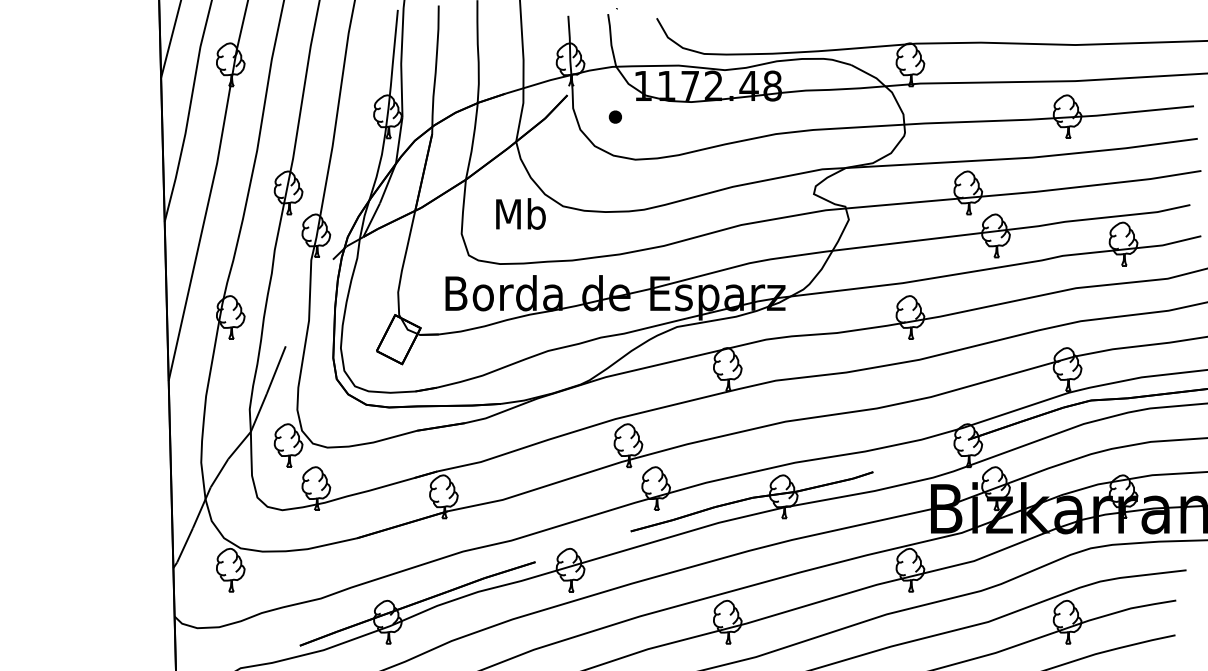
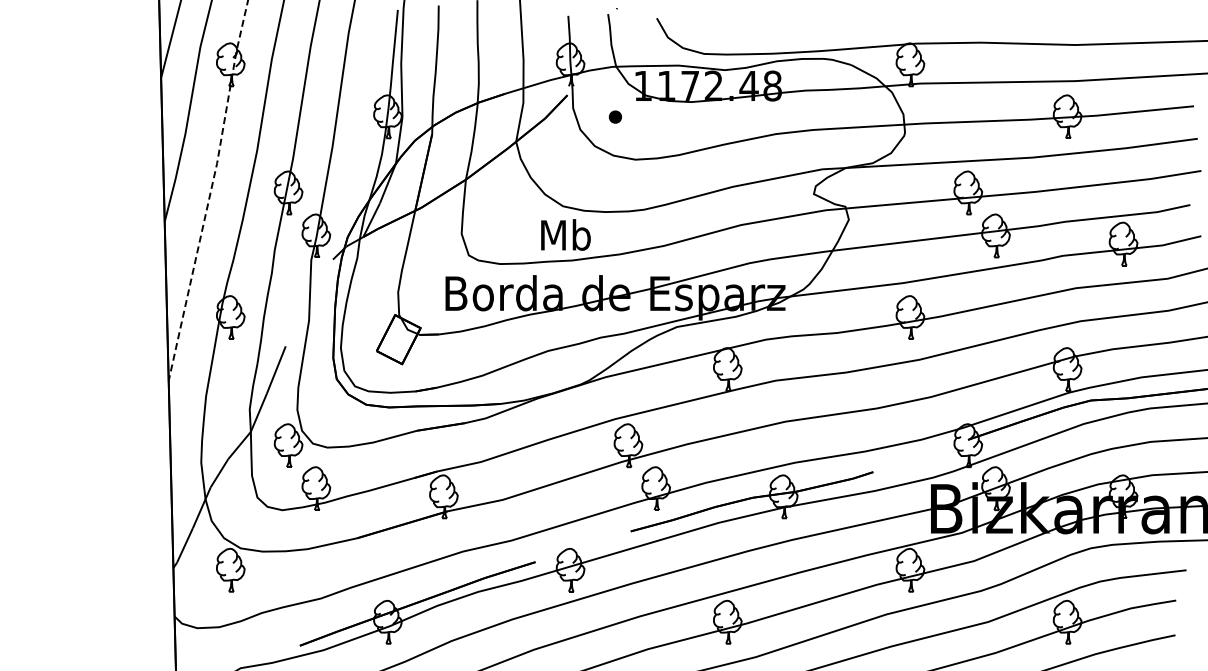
line at (211, 189): solid -> dashed
text at (520, 213) position: (520, 213) -> (565, 234)
